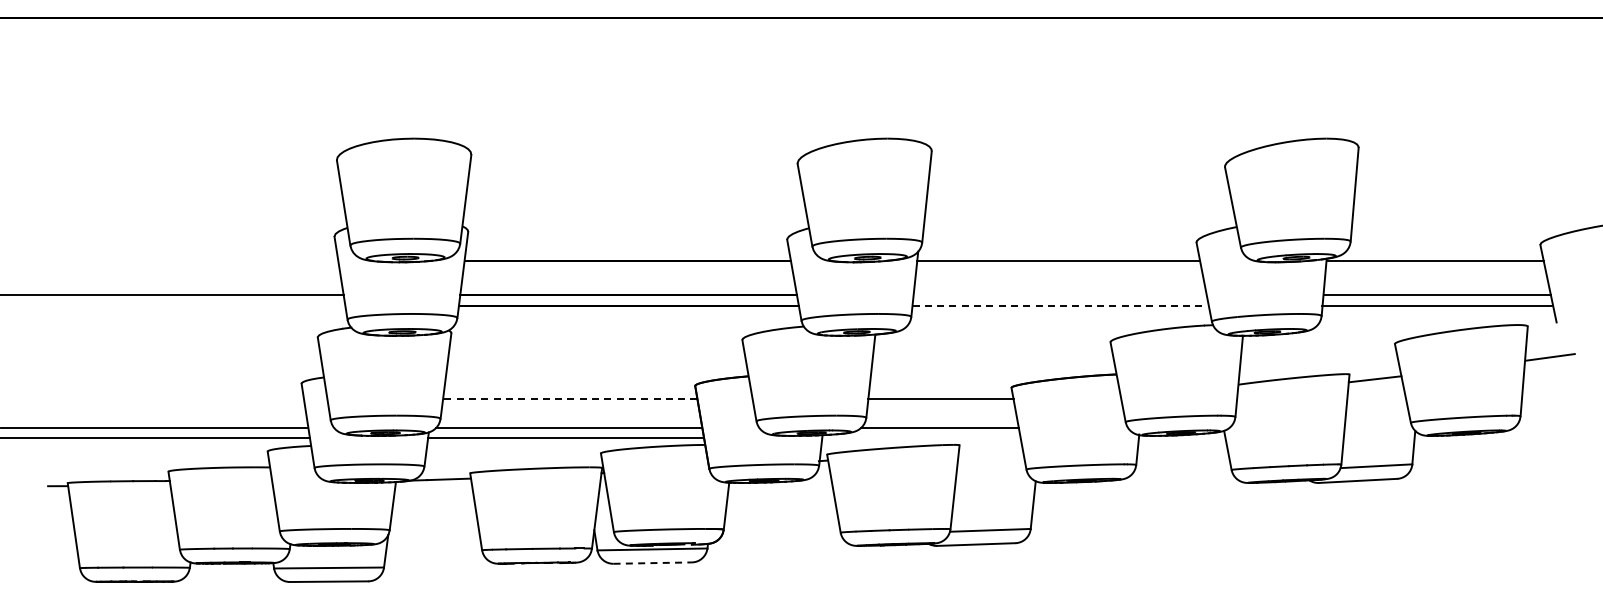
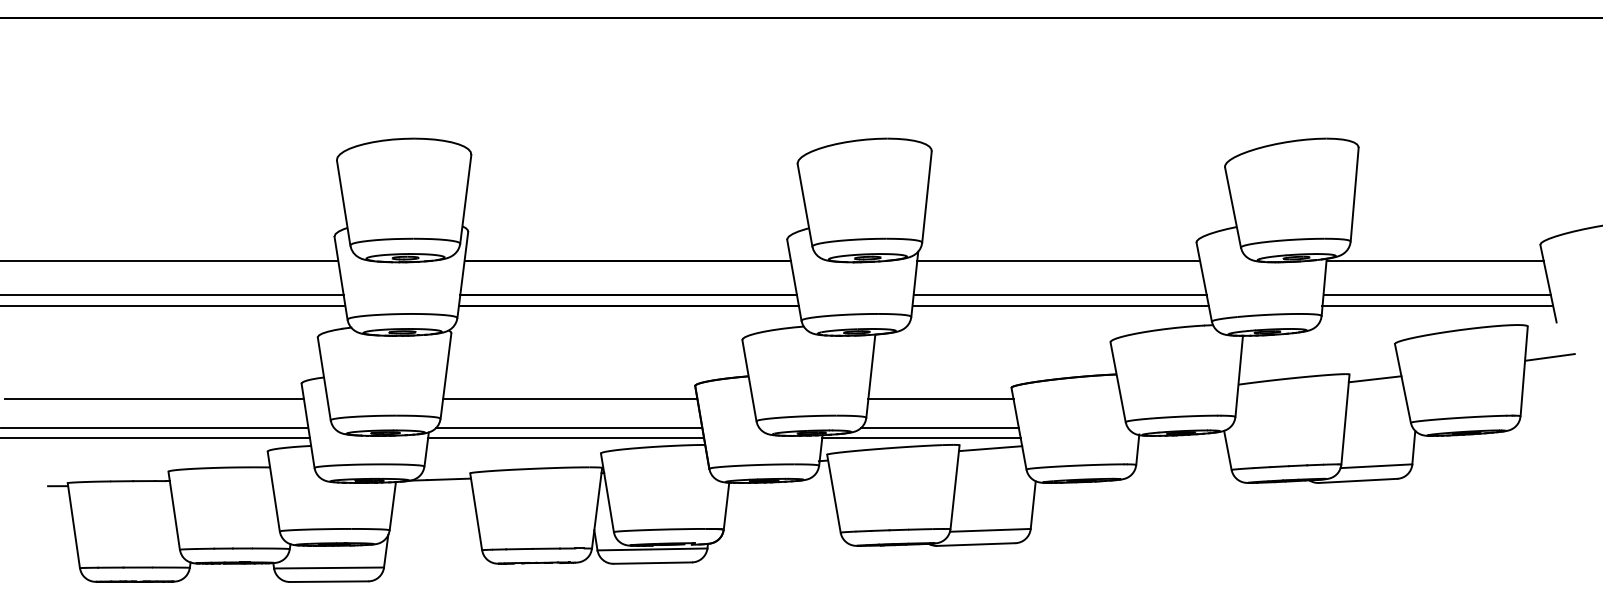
line at (170, 261): none -> present
line at (1059, 294): none -> present
line at (173, 306): none -> present
line at (1061, 306): dashed -> solid
line at (153, 399): none -> present
line at (569, 399): dashed -> solid
line at (921, 437): none -> present
line at (990, 448): none -> present
line at (653, 563): dashed -> solid
